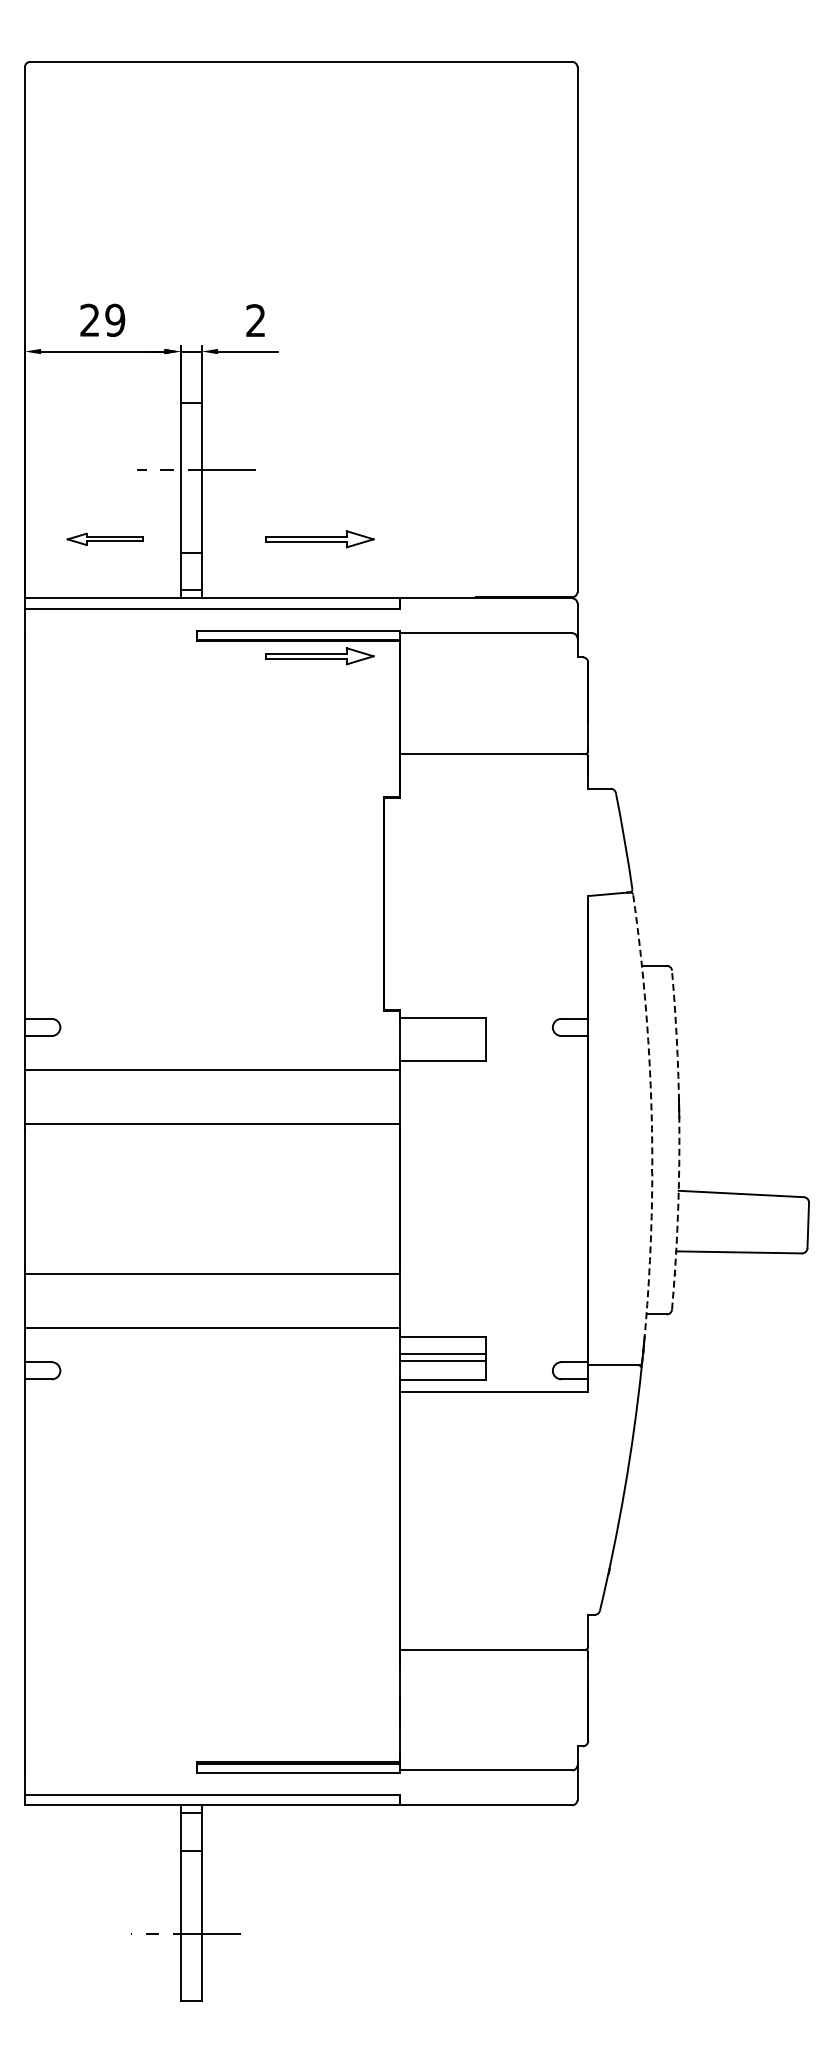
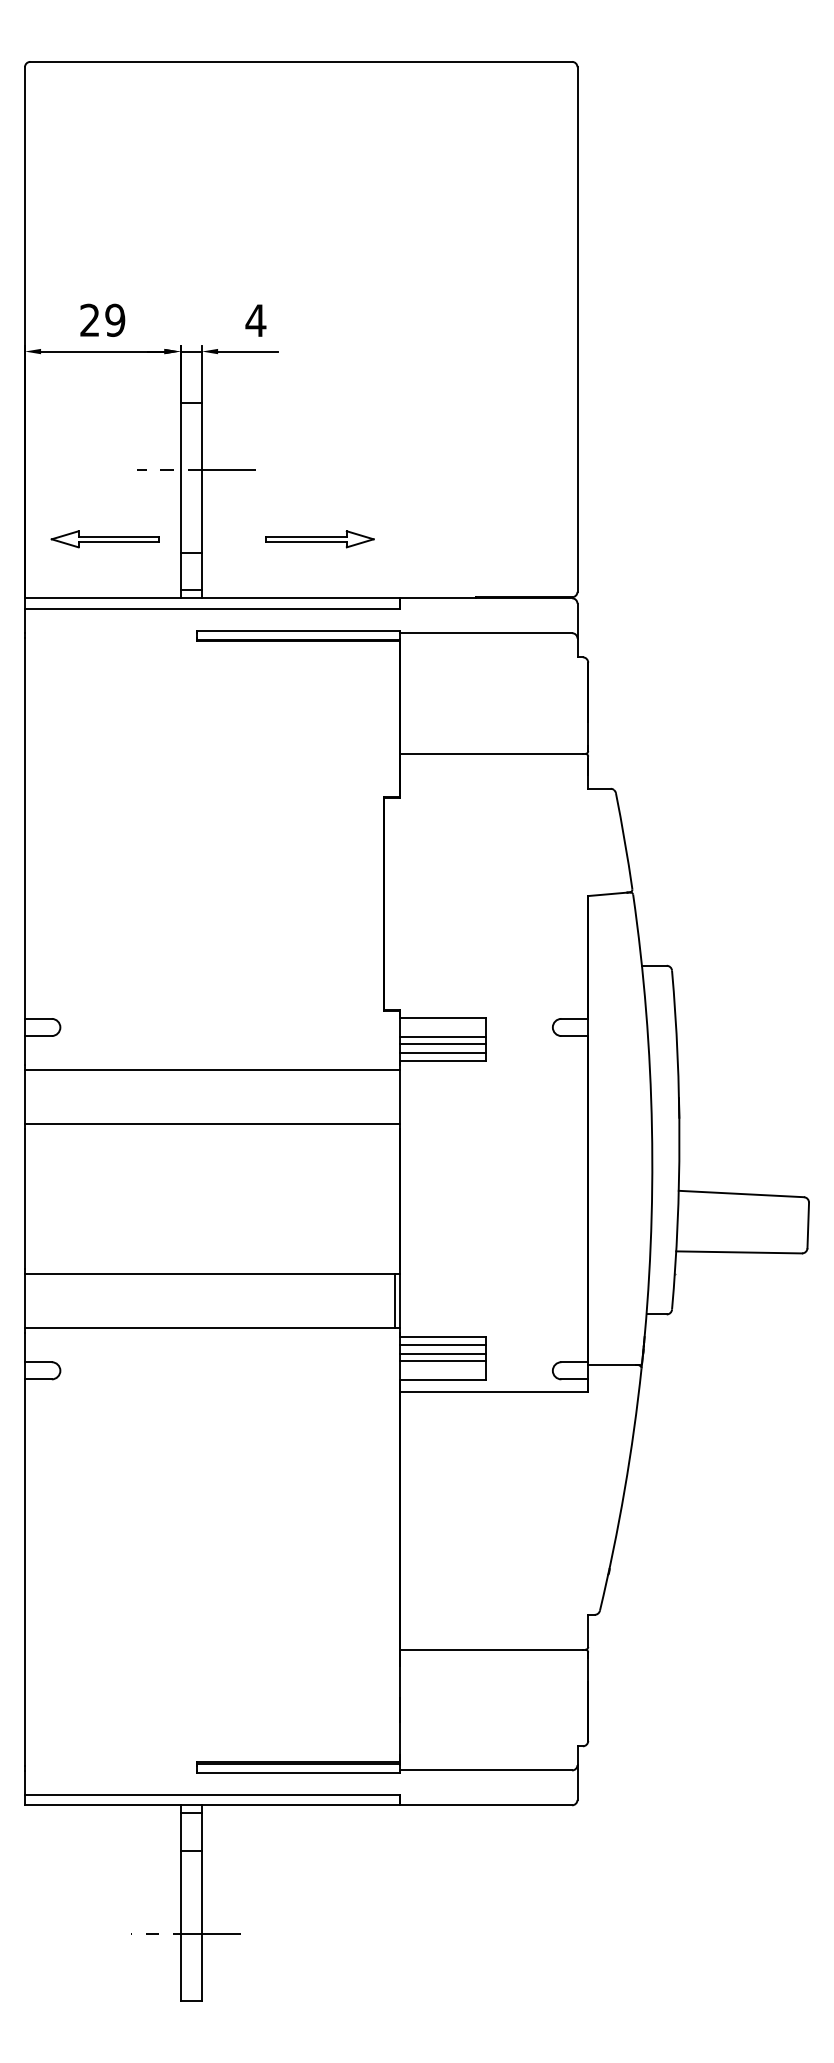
text at (255, 320): 2 -> 4
part at (104, 538) size: 78x14 px -> 110x19 px
part at (319, 656): present -> none
line at (443, 1036): none -> present
line at (443, 1044): none -> present
line at (443, 1053): none -> present
arc at (651, 1128): dashed -> solid
arc at (679, 1140): dashed -> solid
line at (395, 1300): none -> present
line at (443, 1344): none -> present
